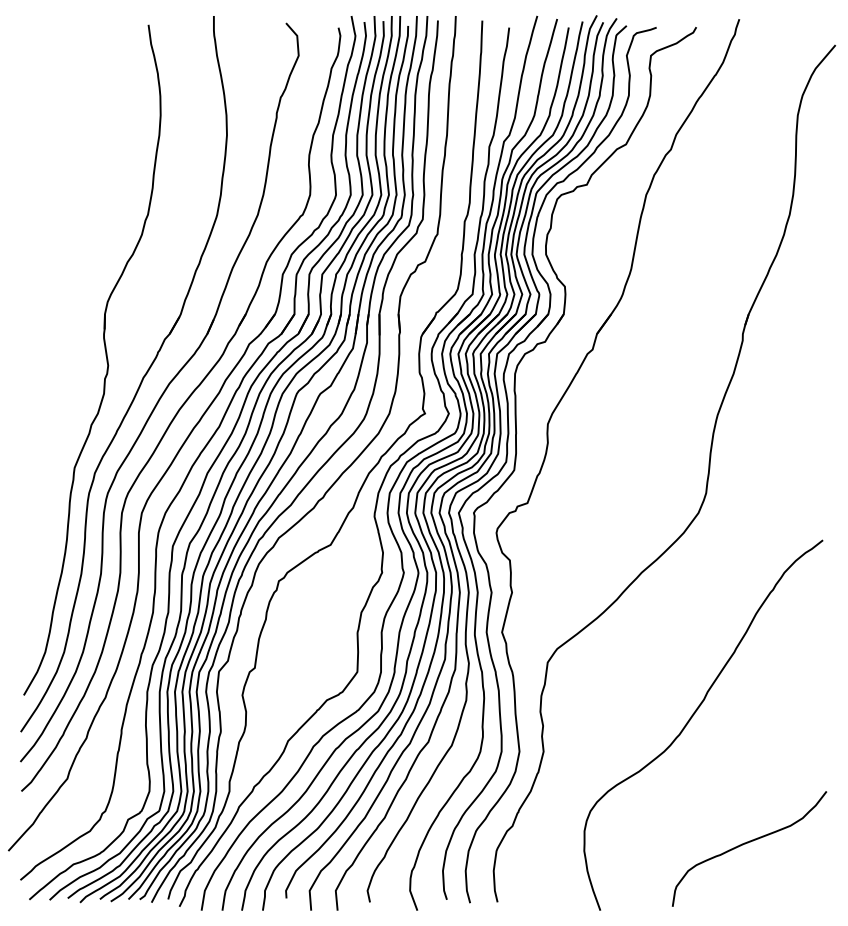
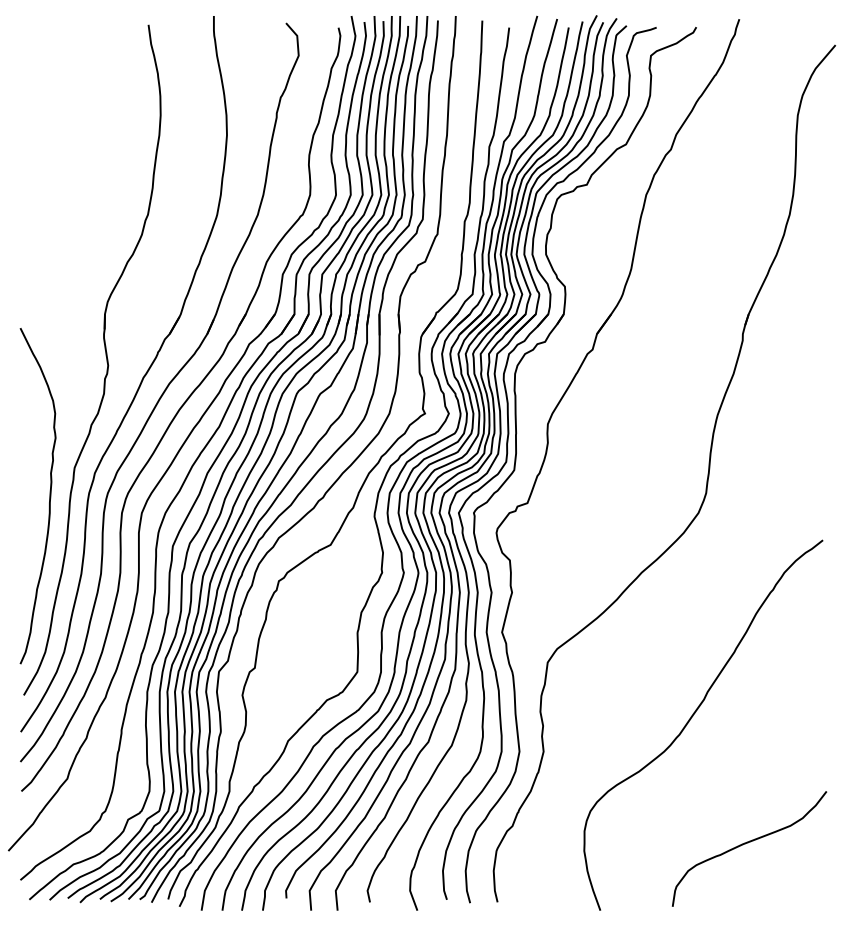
curve at (49, 496): none -> present
